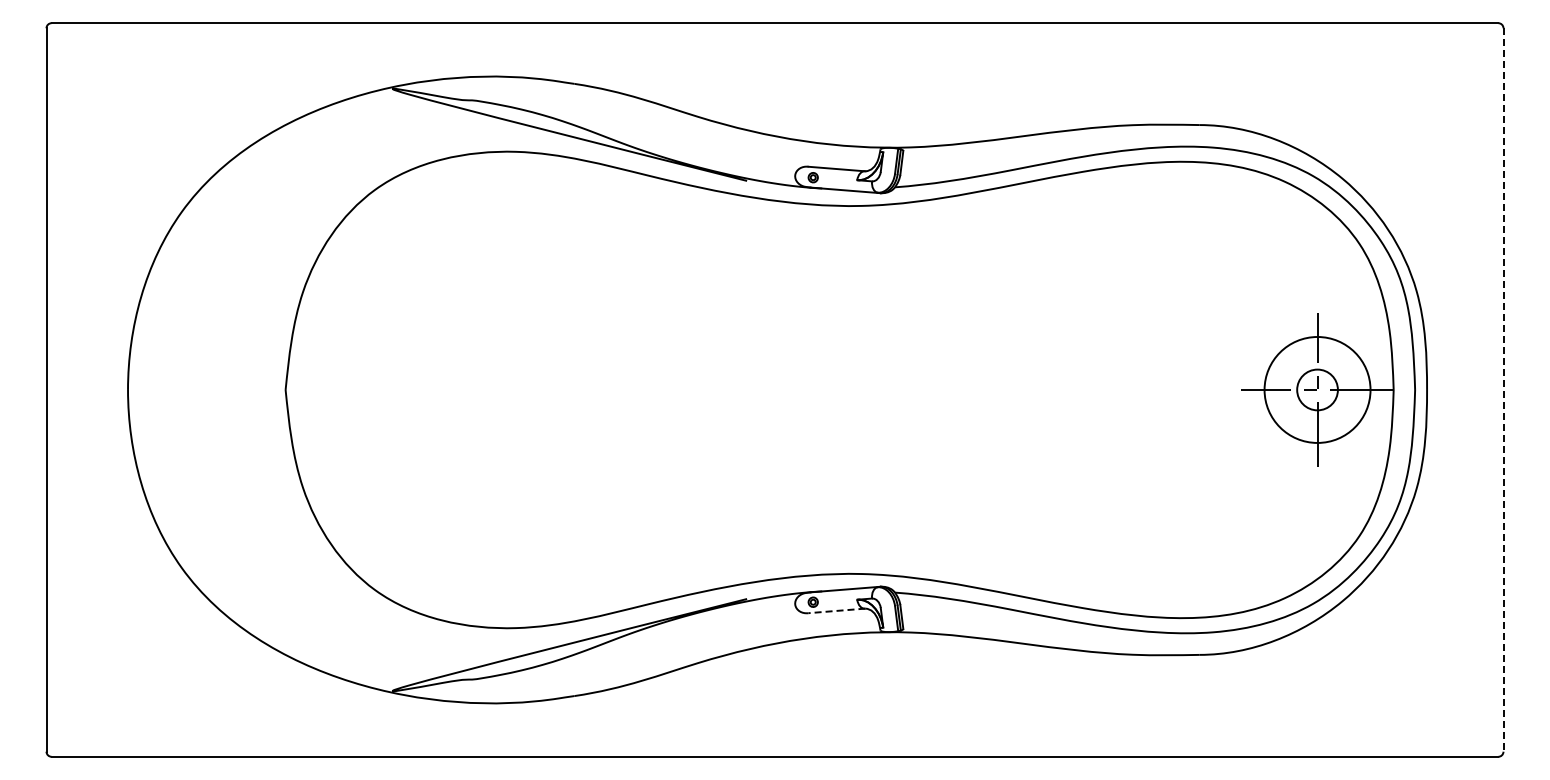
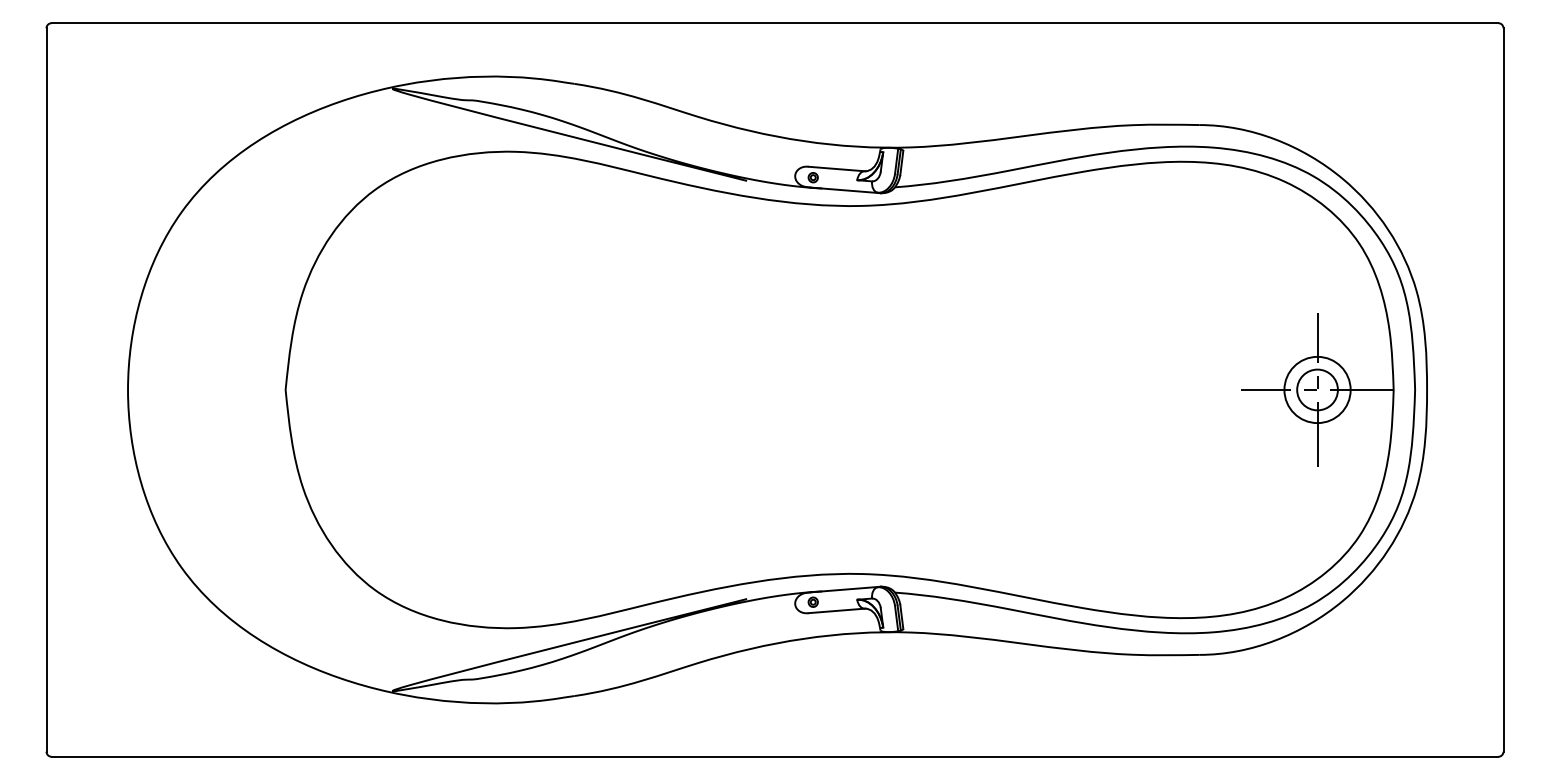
circle at (1317, 389) diameter: 106 px -> 66 px
line at (1503, 390): dashed -> solid
line at (837, 610): dashed -> solid
